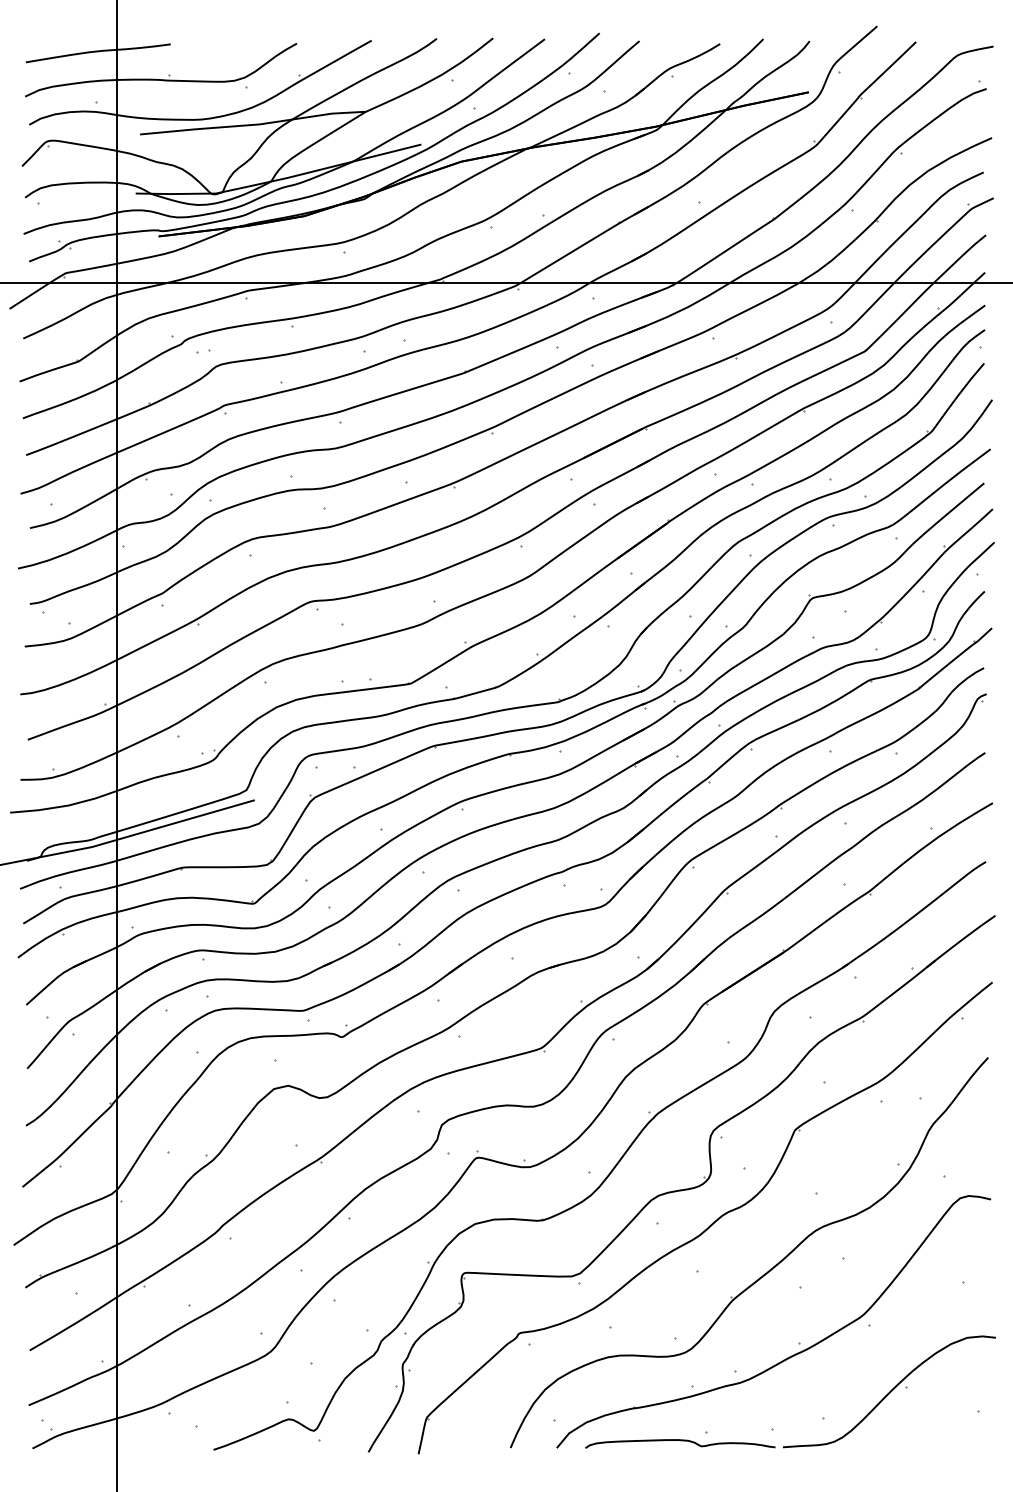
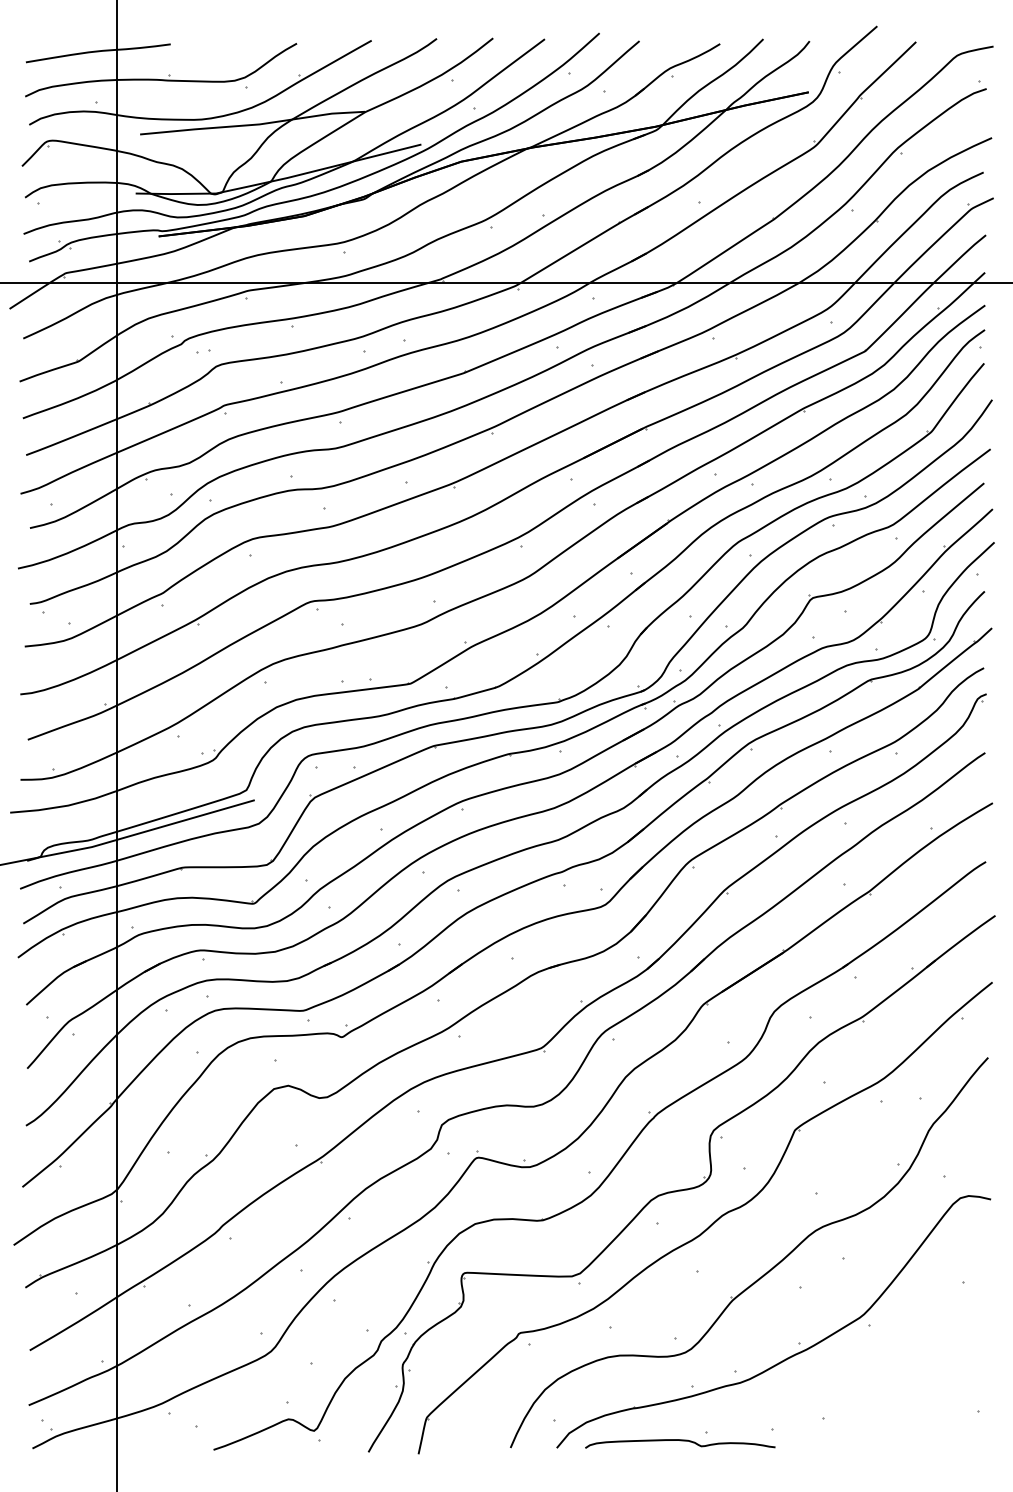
part at (889, 1391): present -> none
